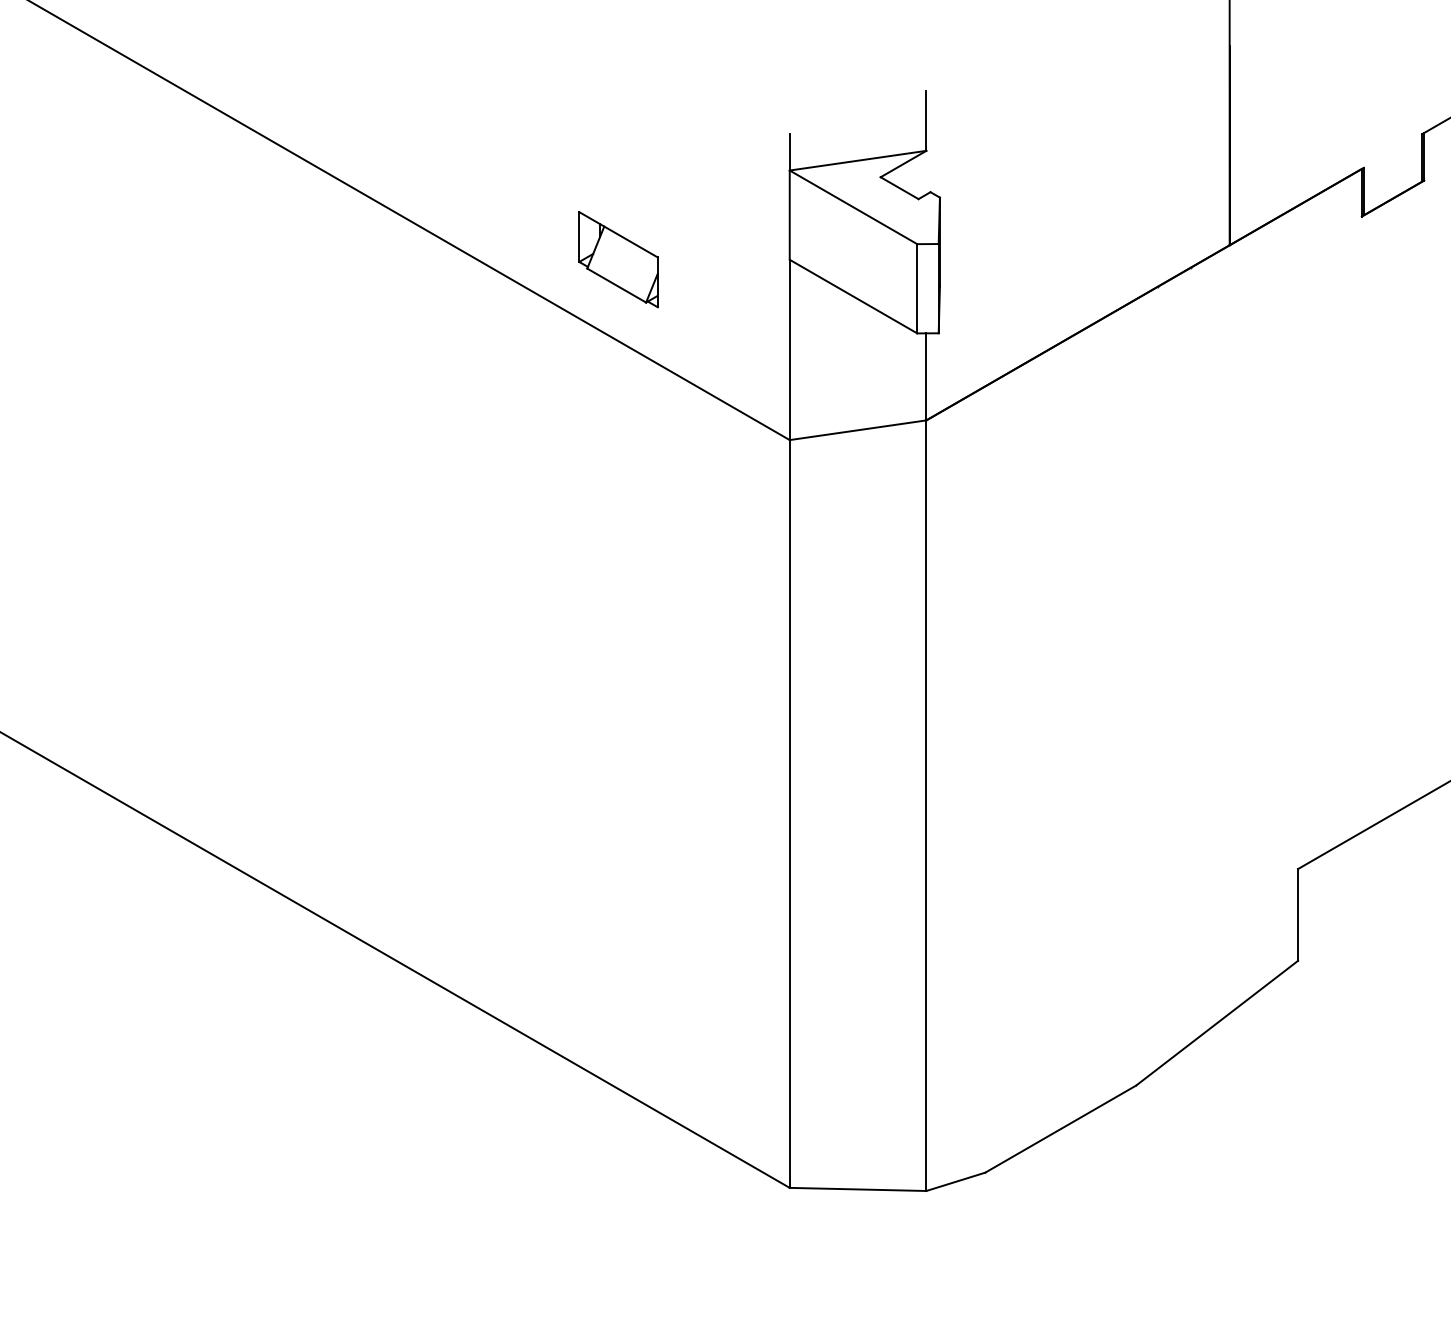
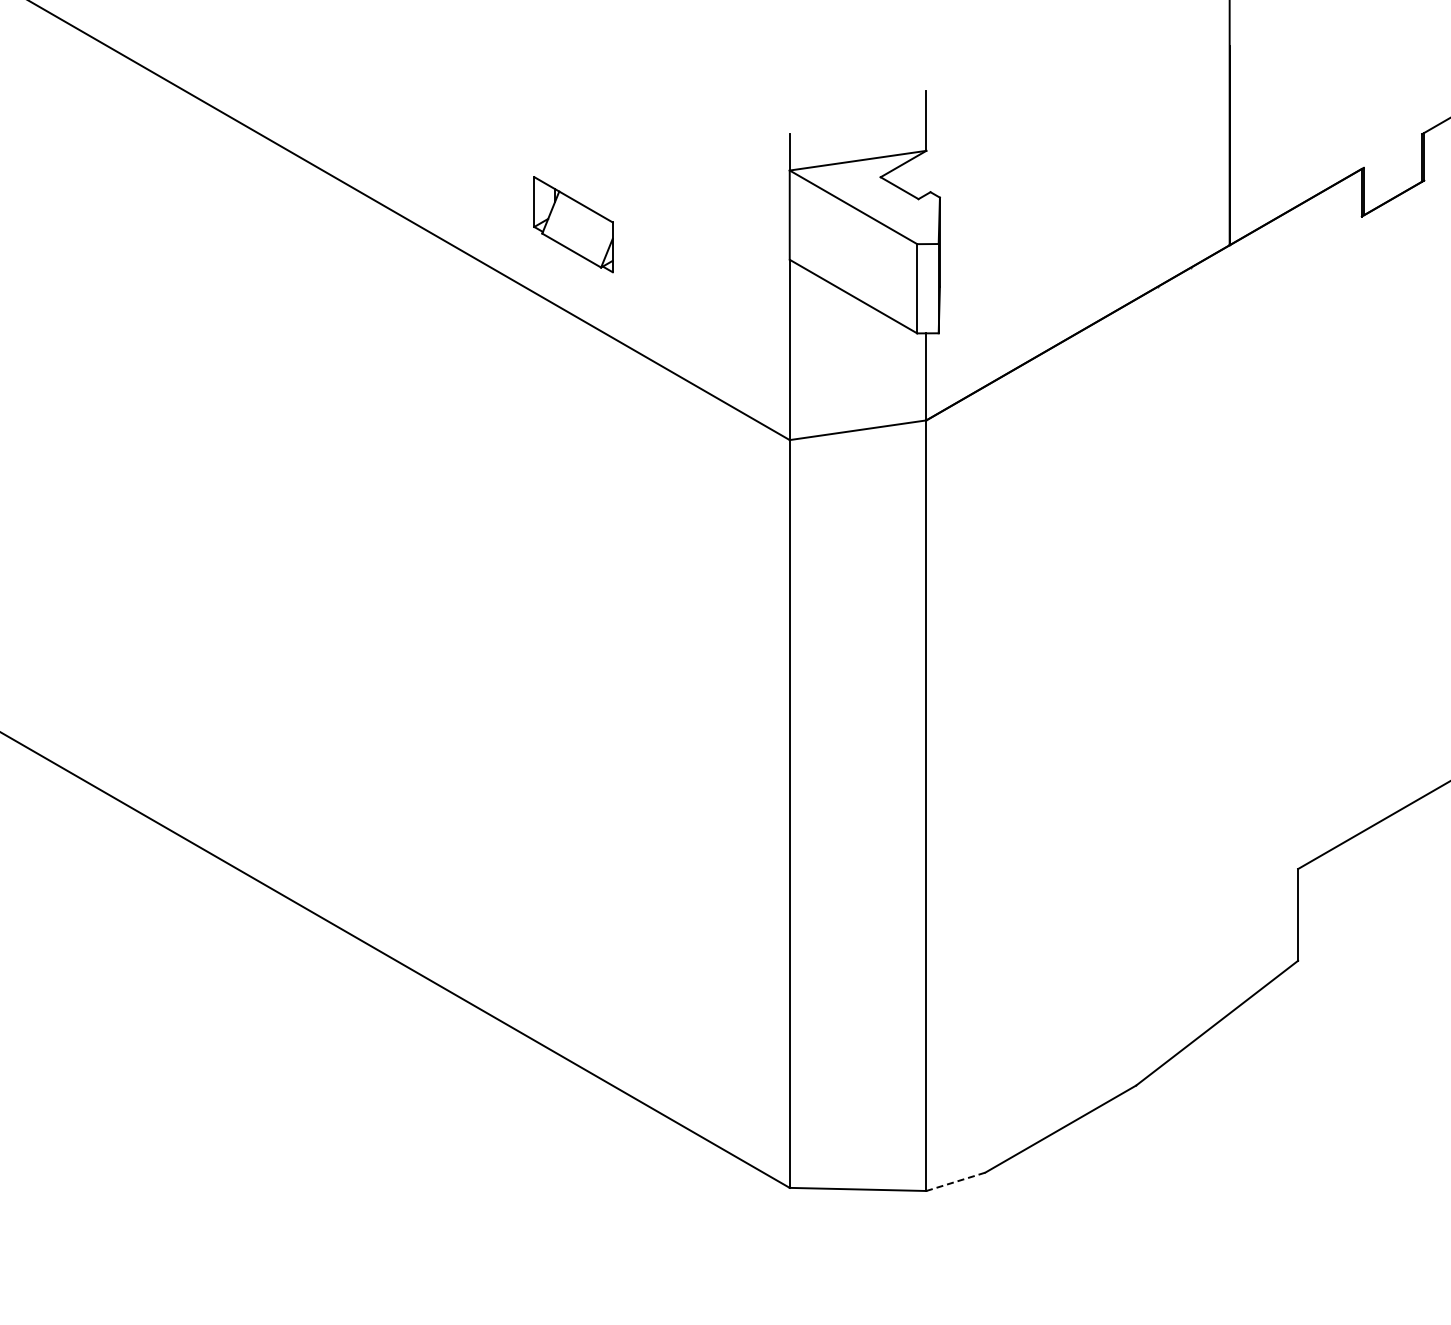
part at (618, 259) position: (618, 259) -> (573, 224)
line at (955, 1181): solid -> dashed
